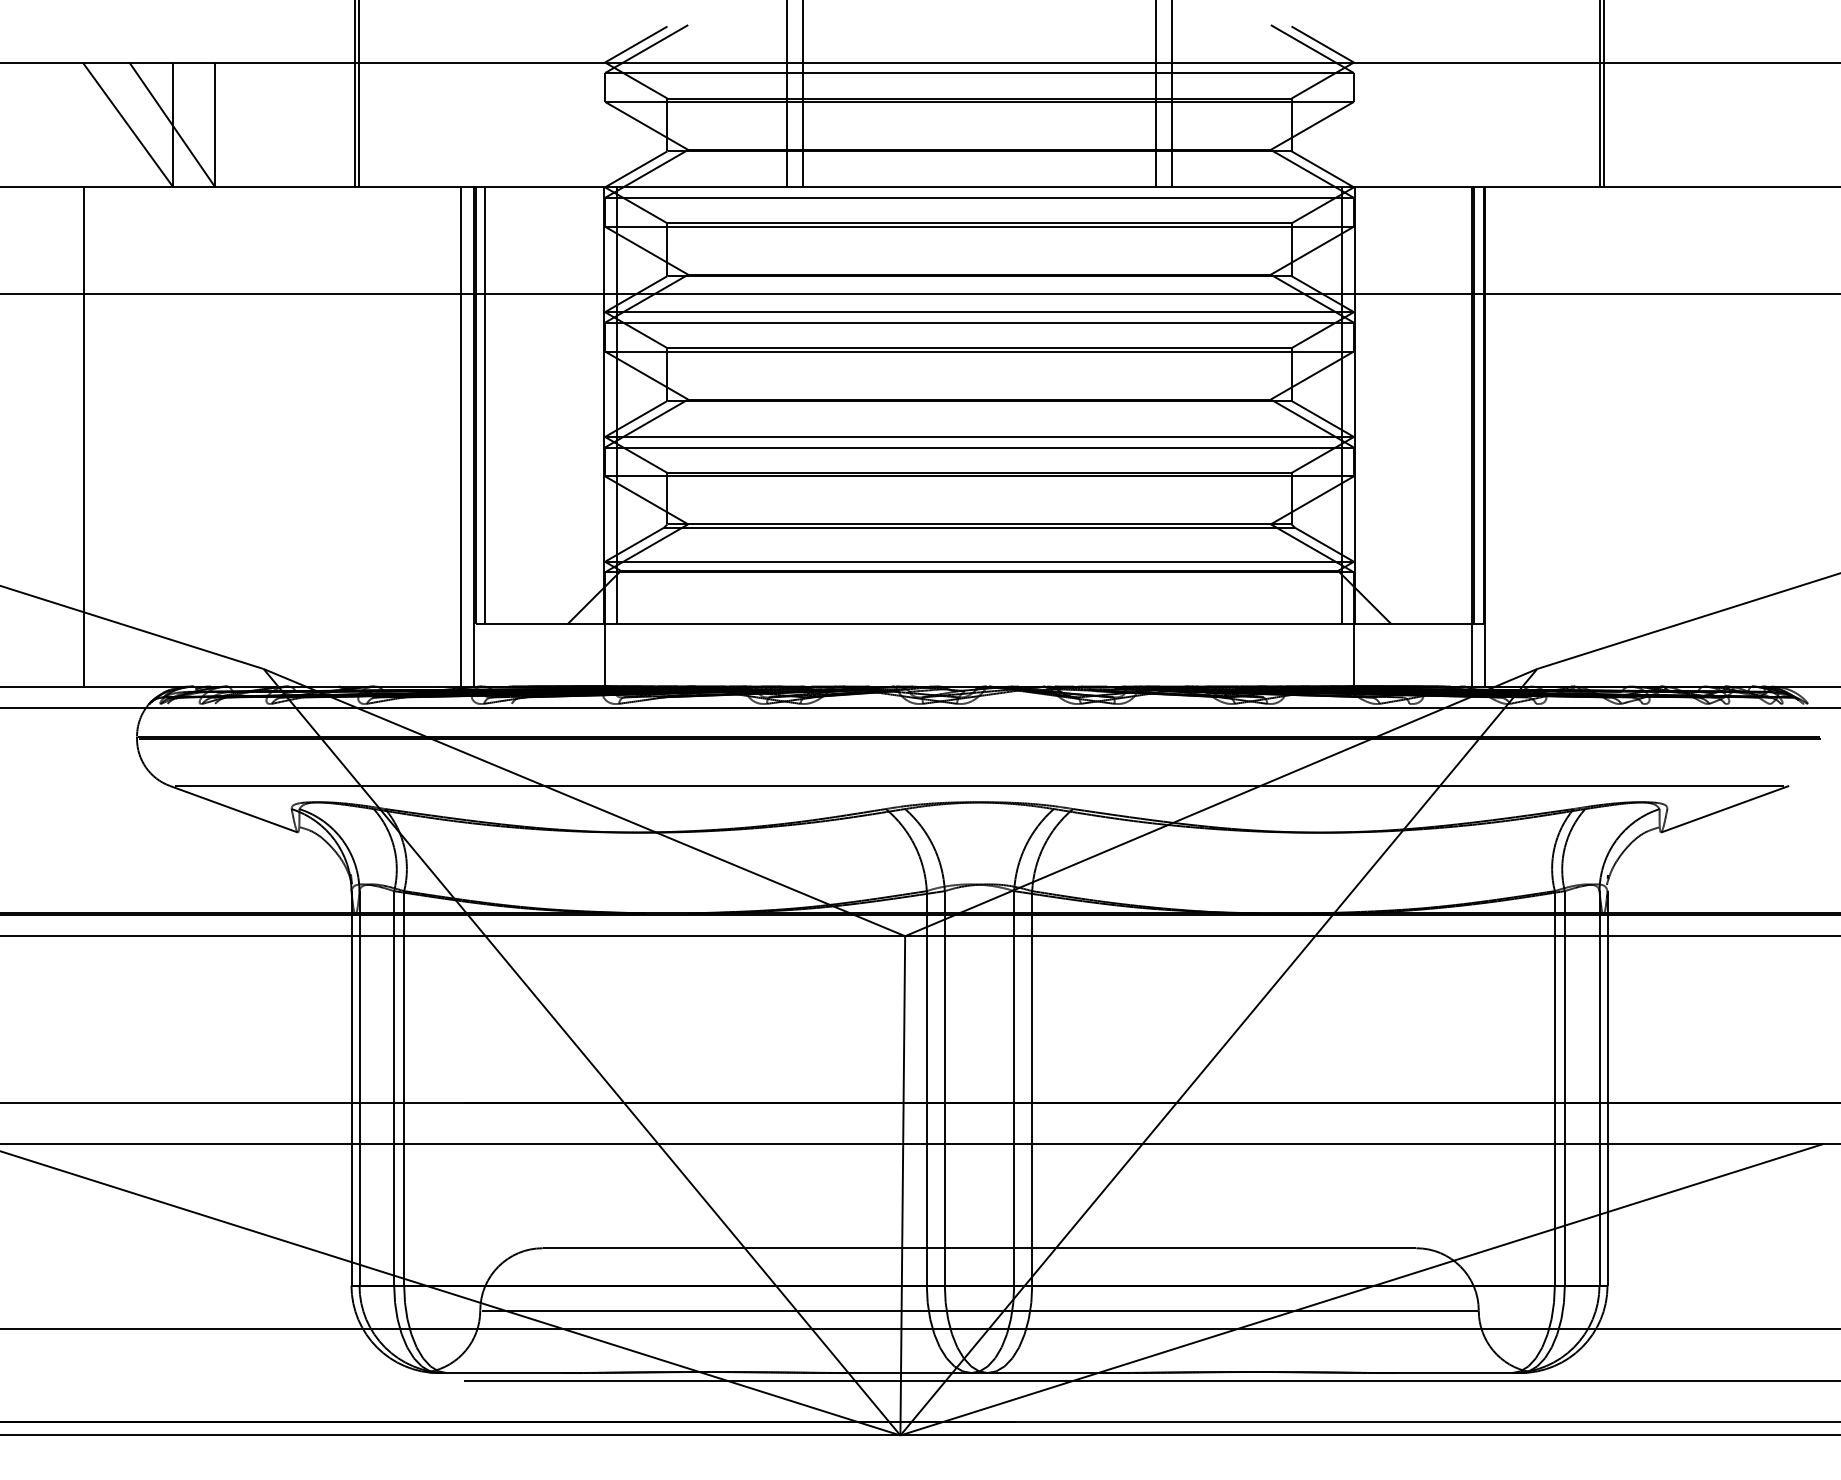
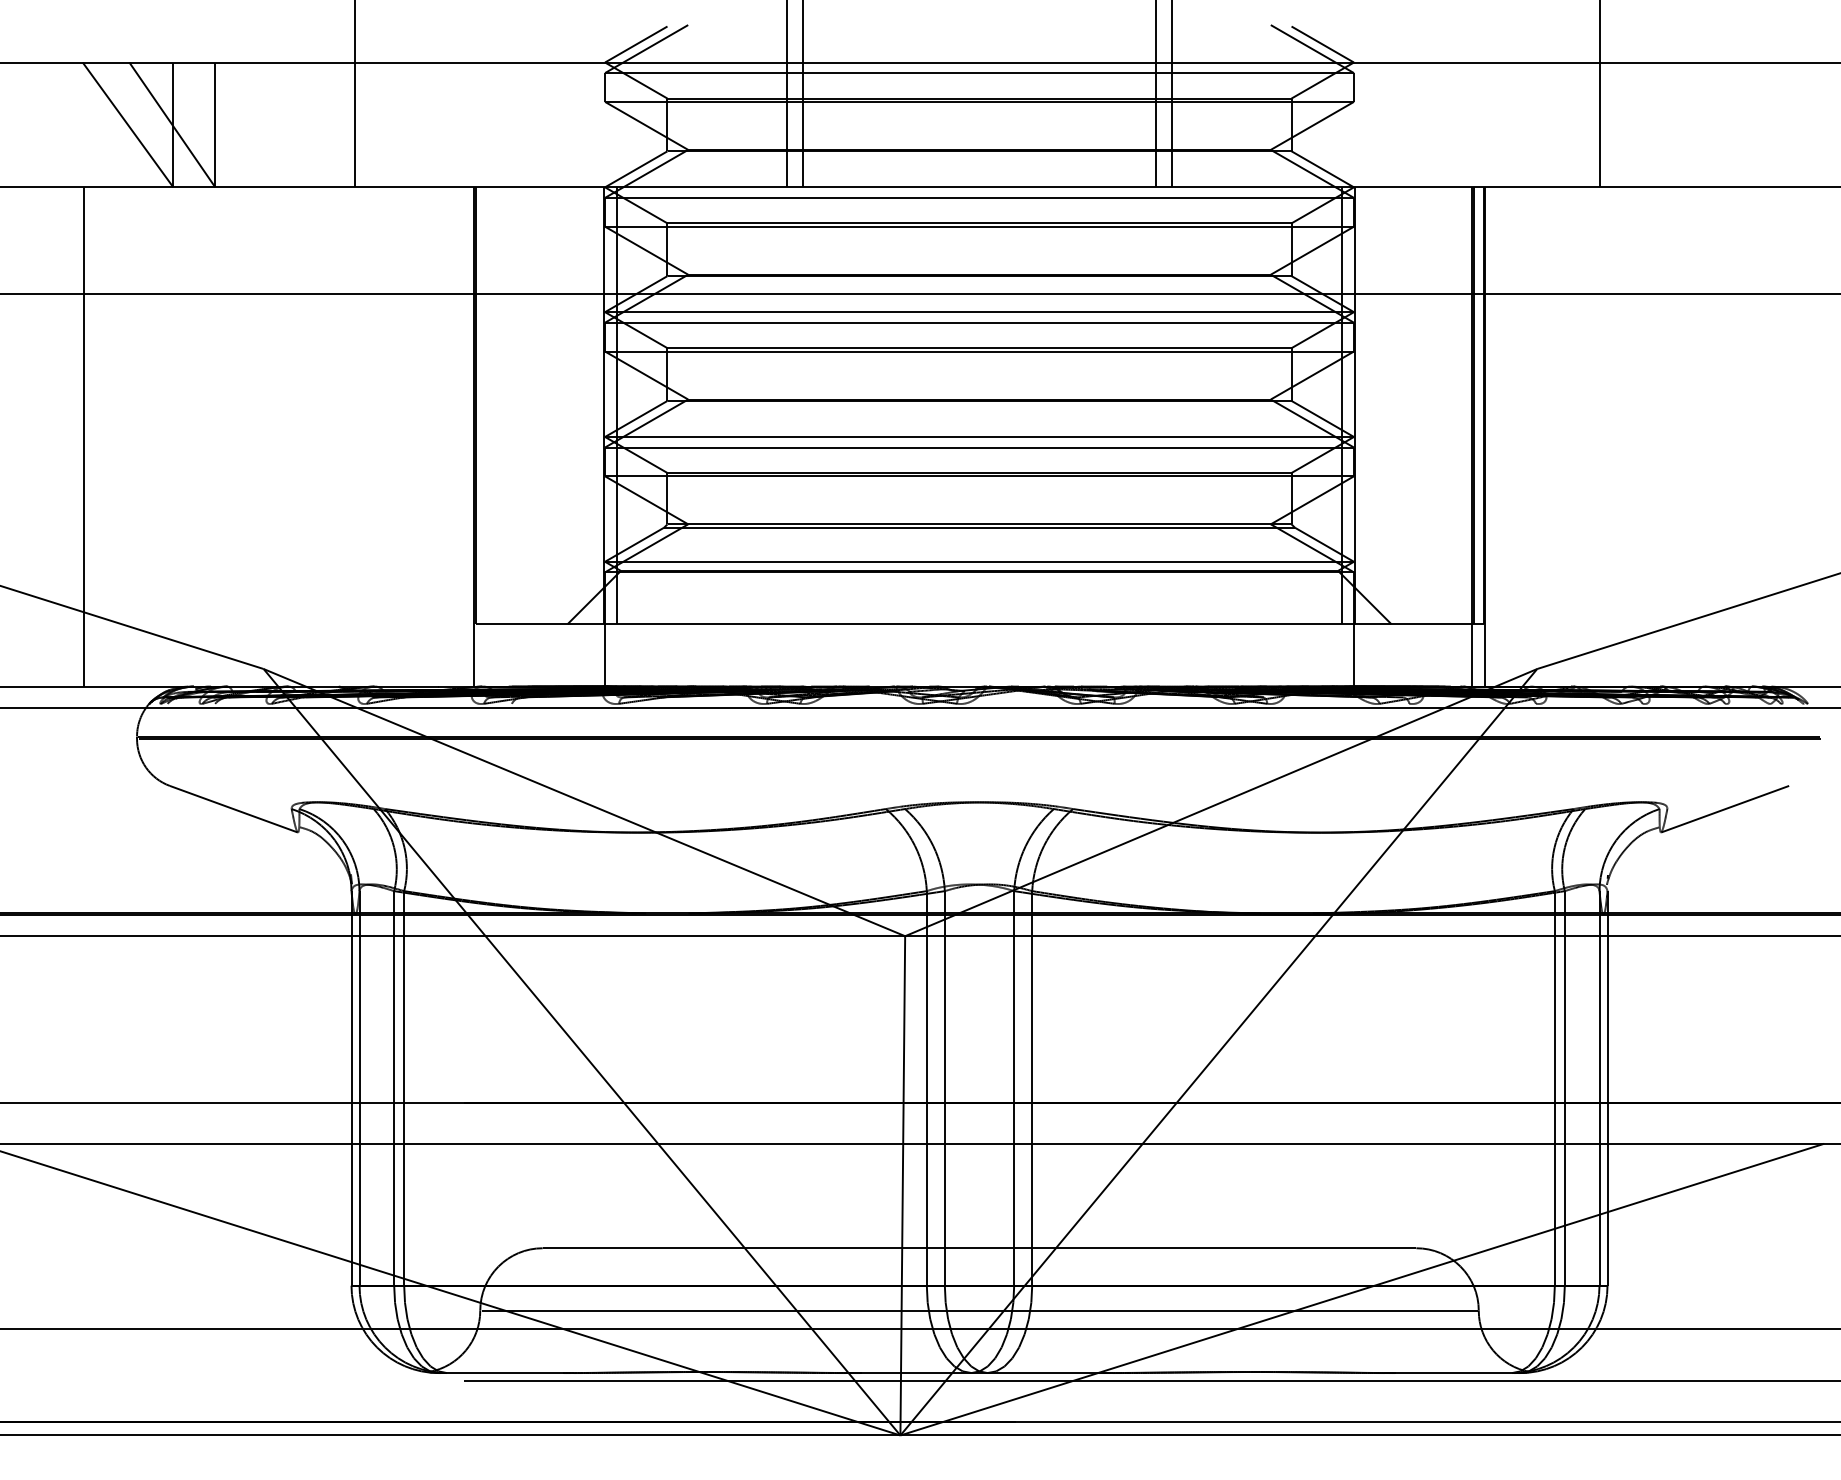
line at (358, 94): present -> none
line at (1603, 94): present -> none
line at (485, 405): present -> none
line at (461, 436): present -> none
line at (979, 785): present -> none
